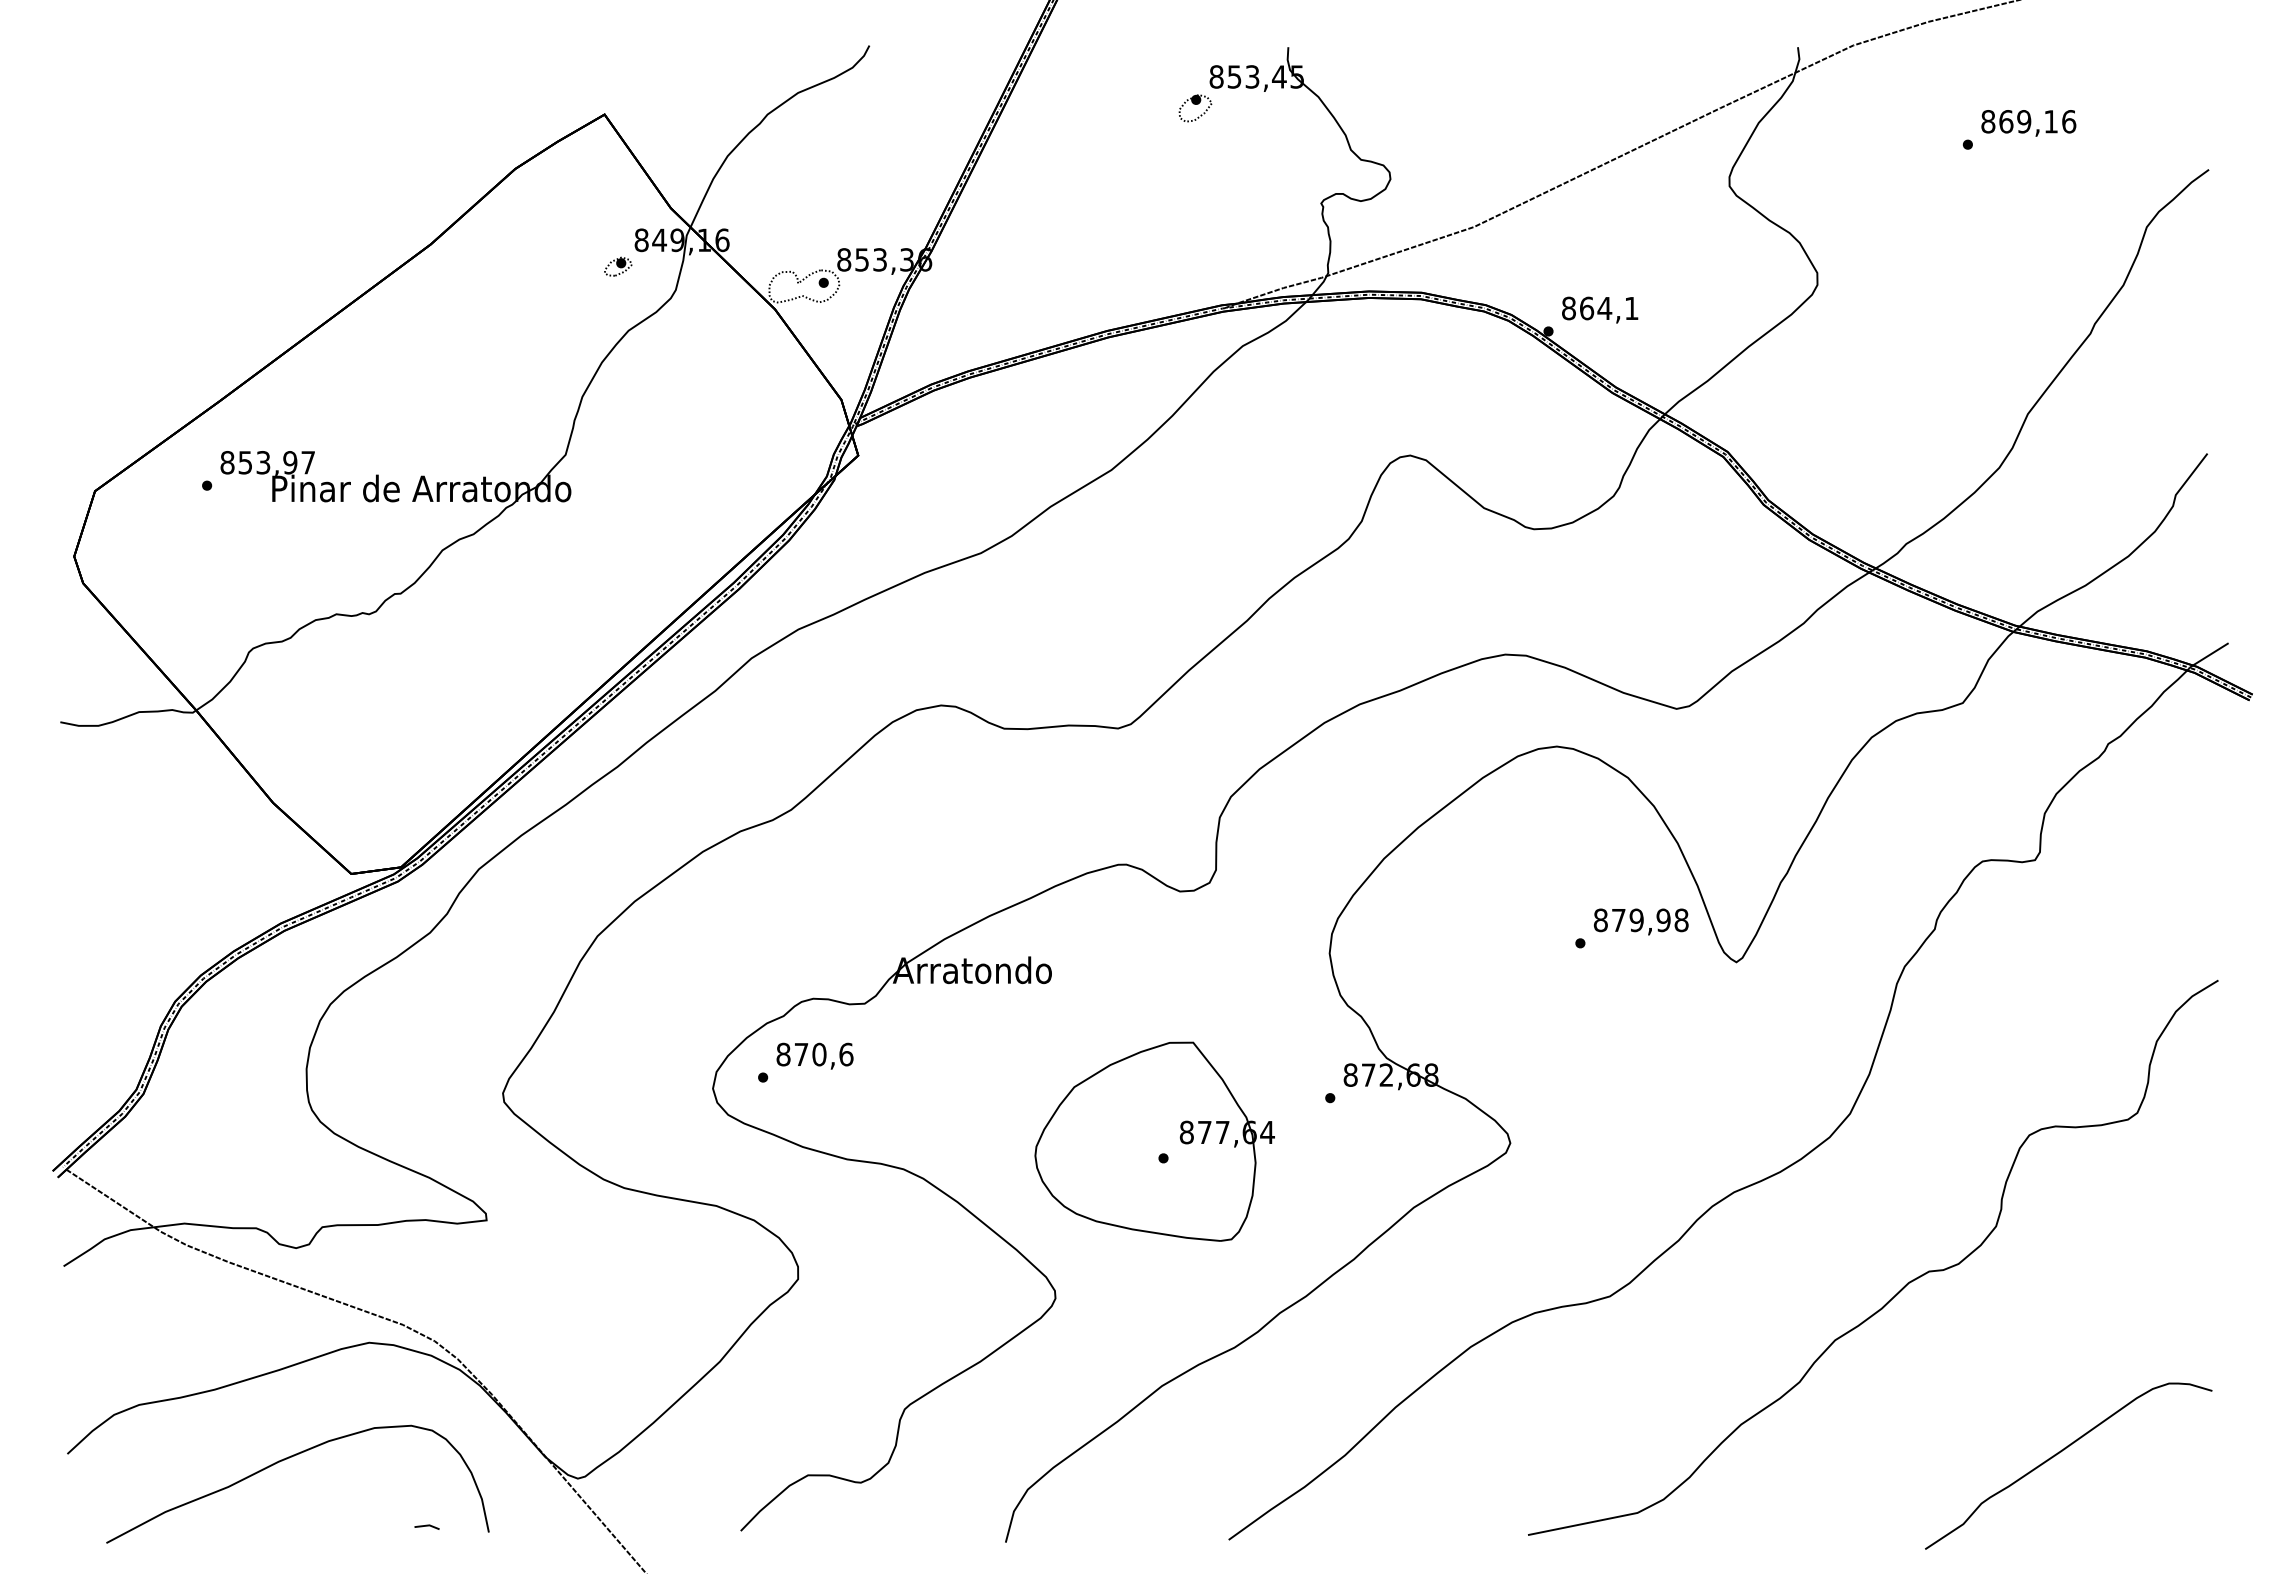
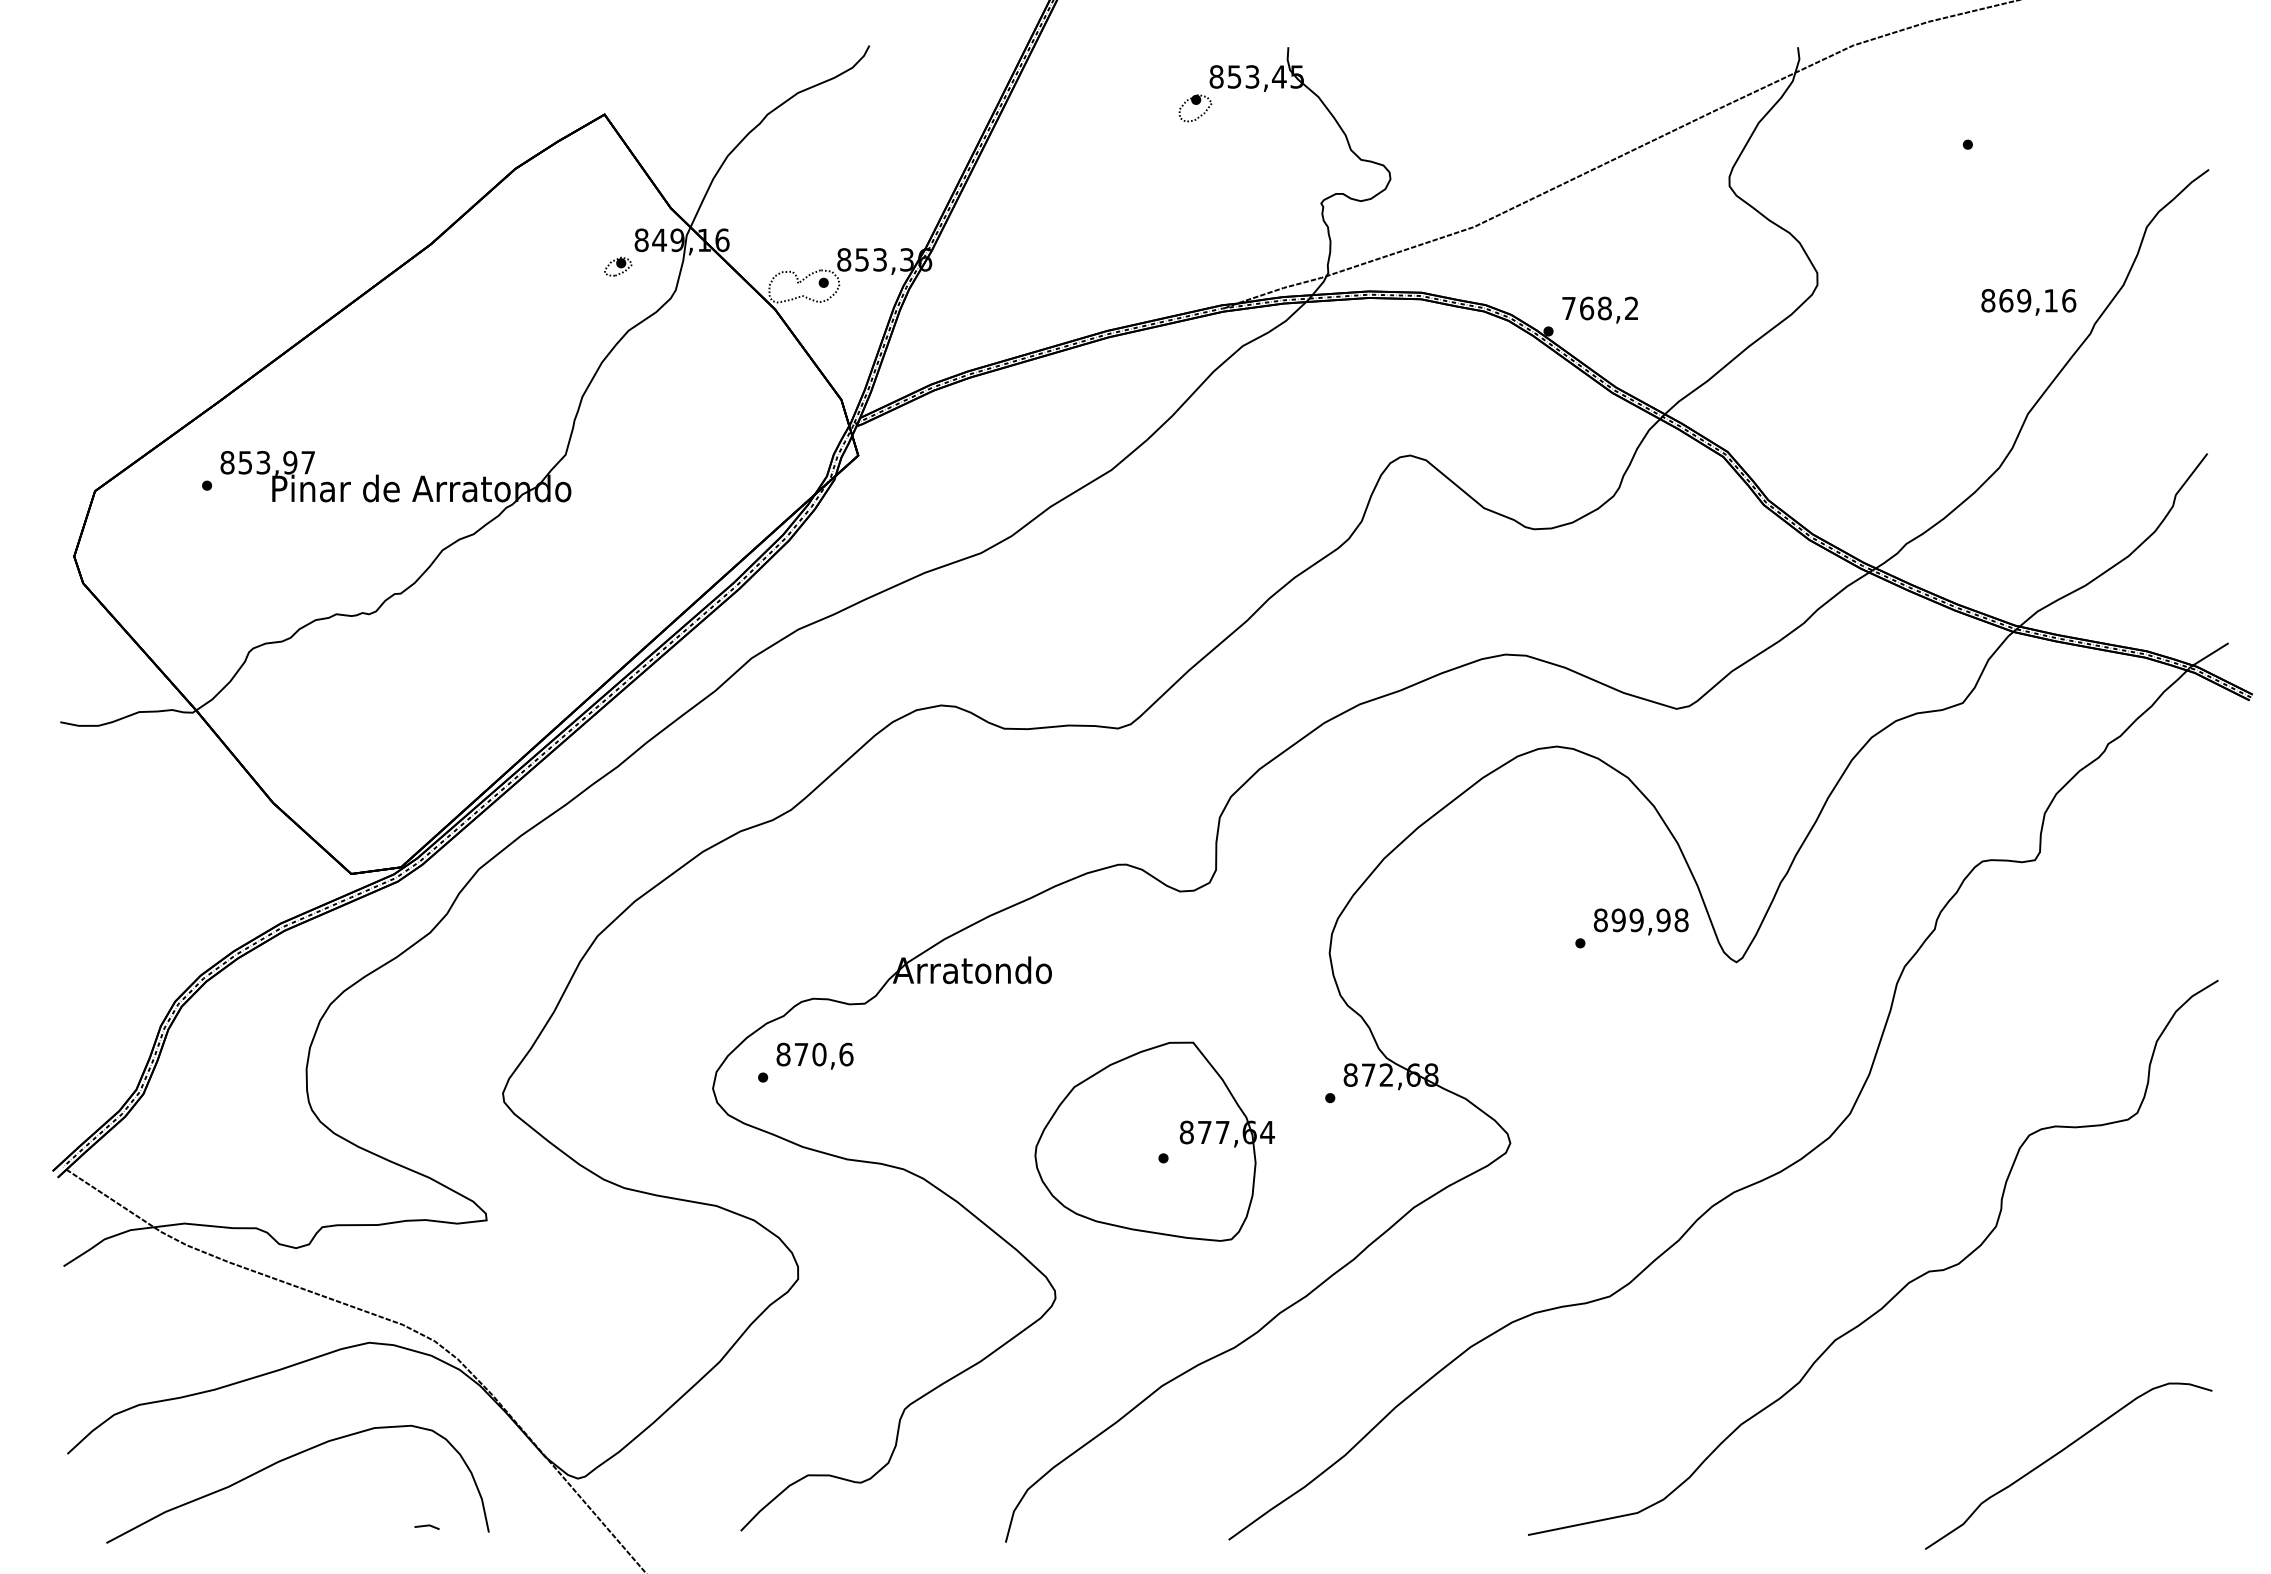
text at (2028, 123) position: (2028, 123) -> (2028, 302)
text at (1600, 308): 864,1 -> 768,2
text at (1618, 920): 879,98 -> 899,98
